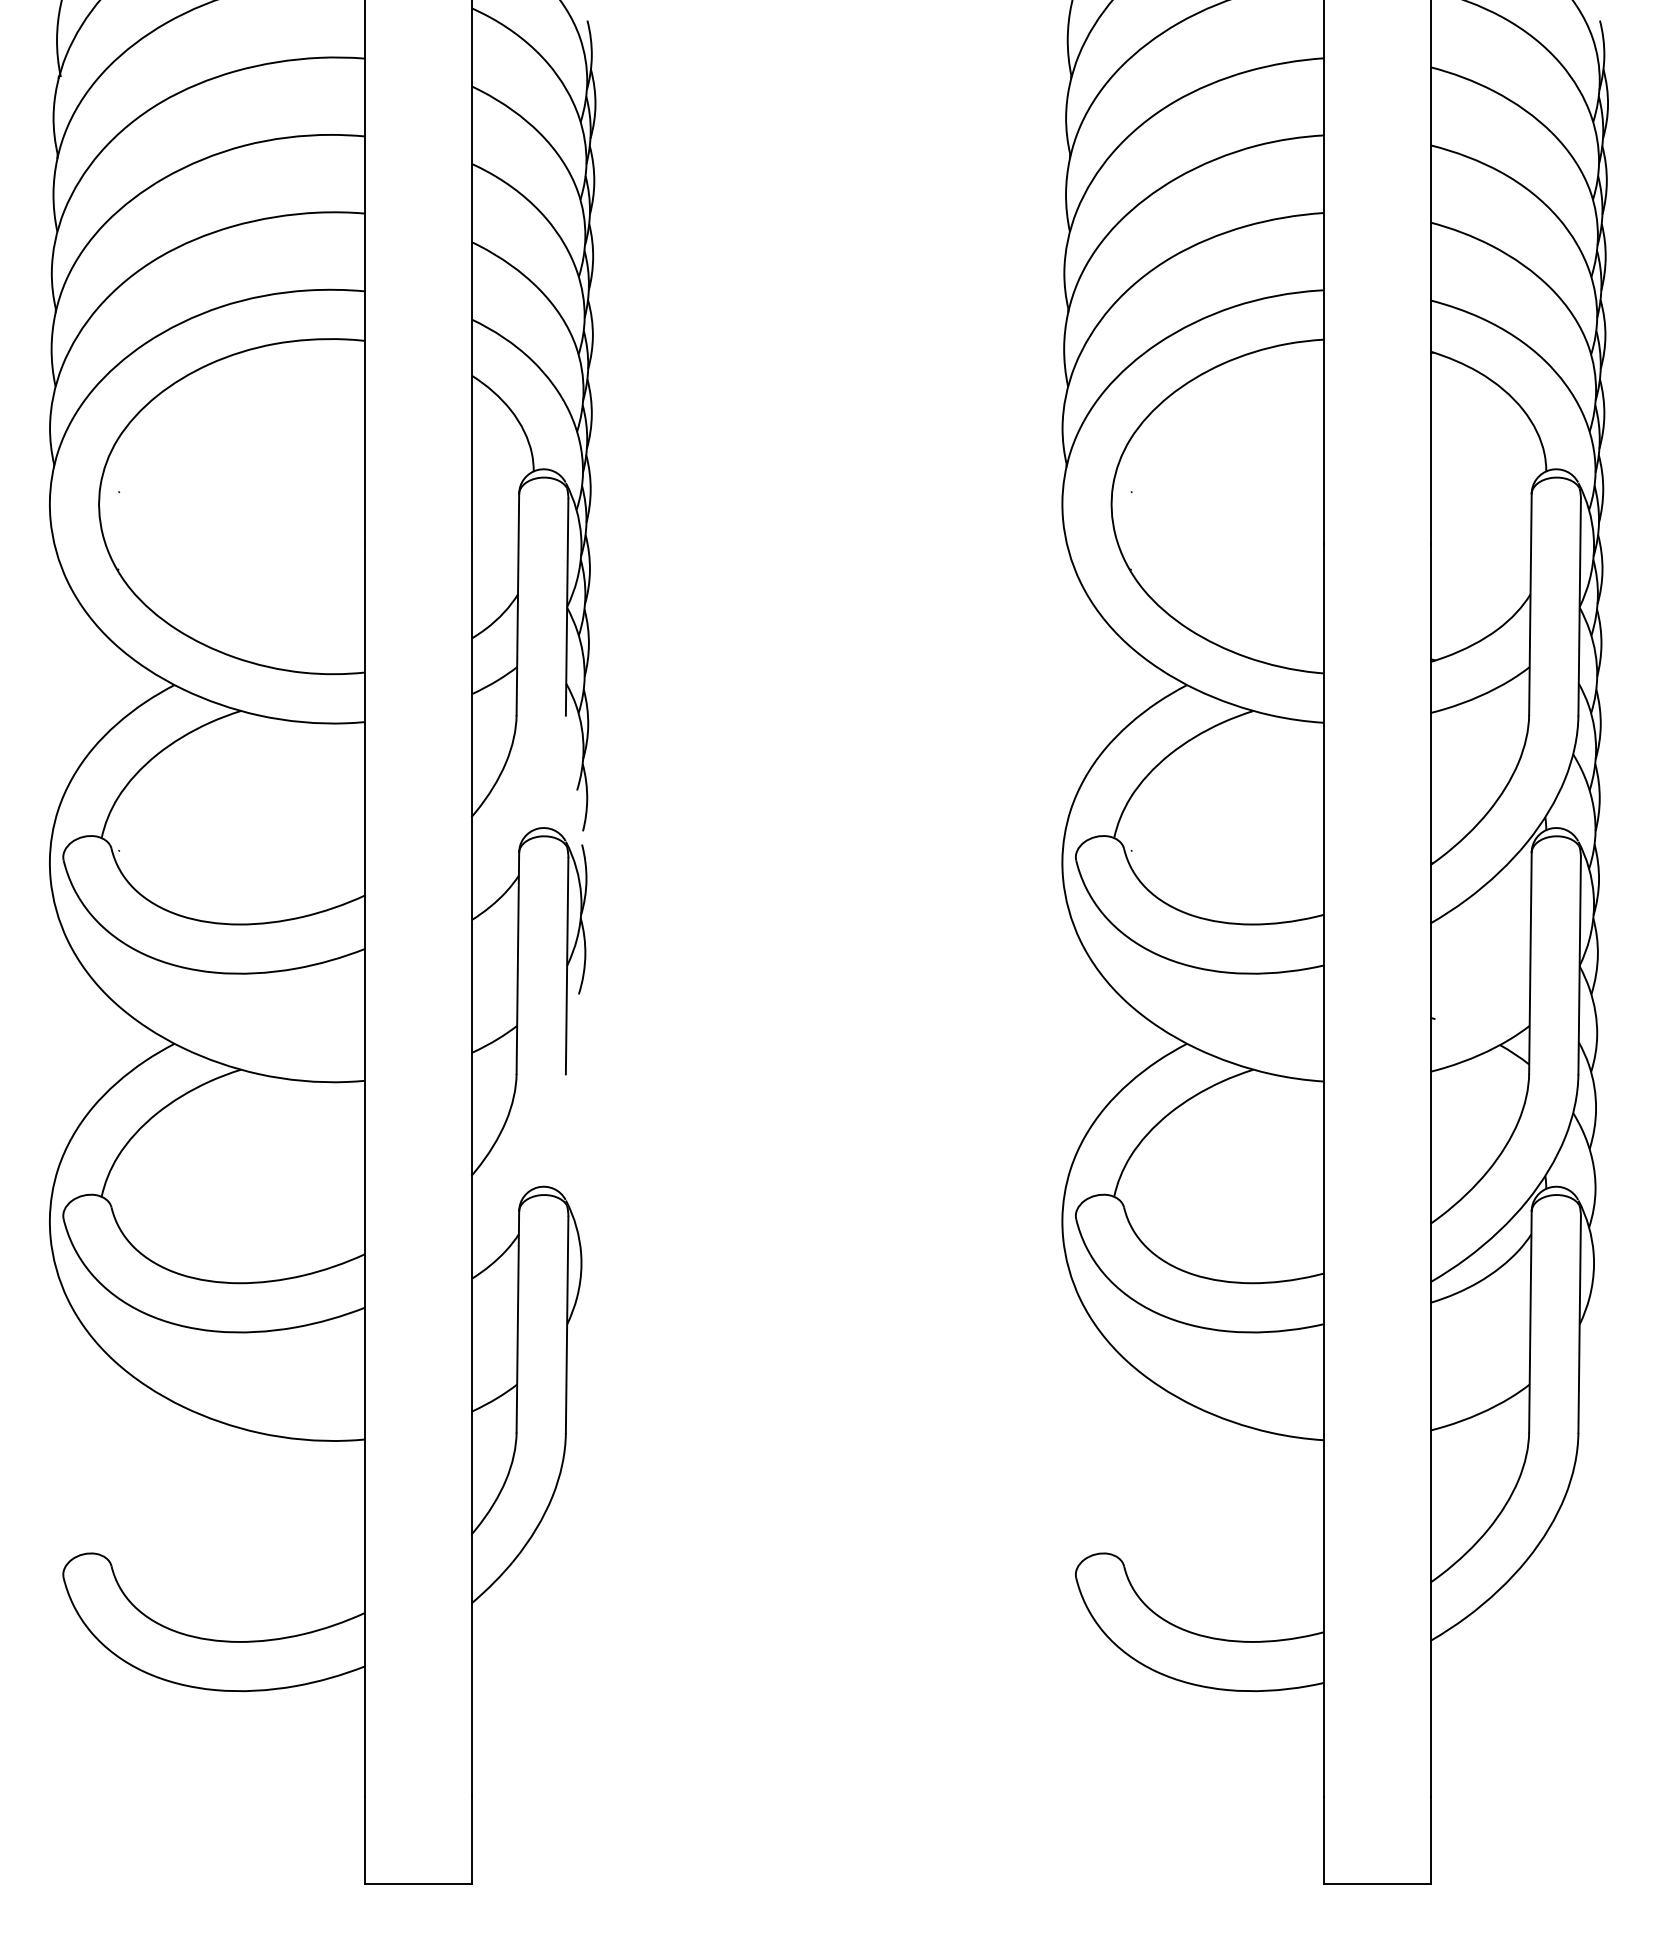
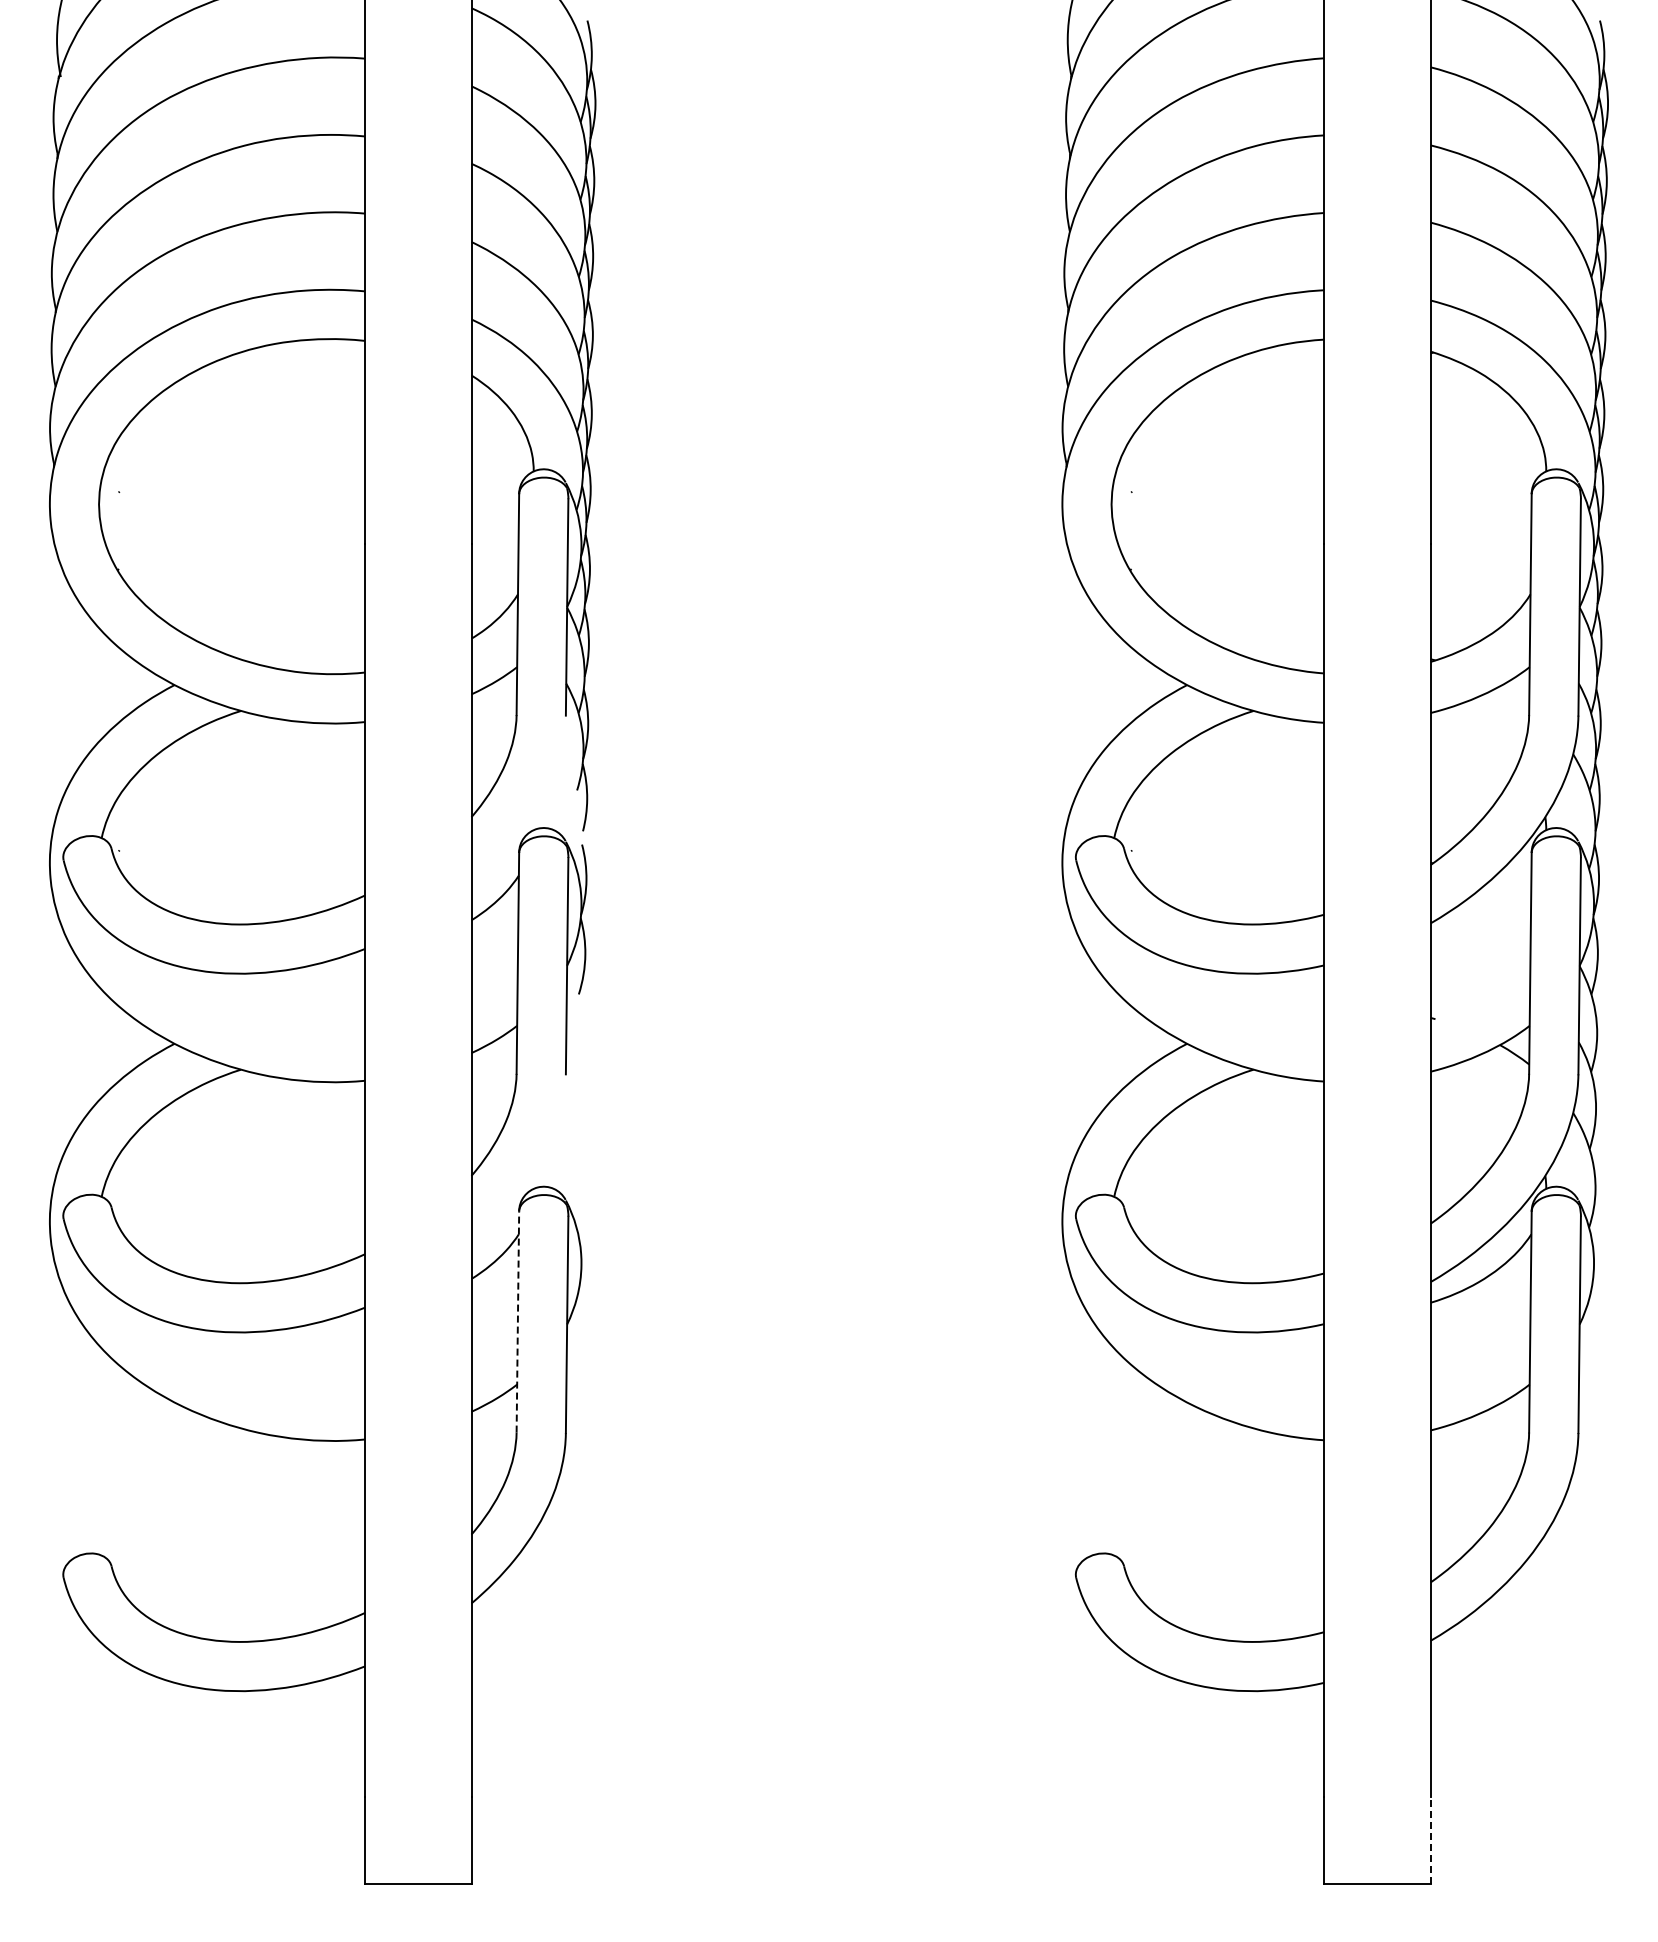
line at (517, 1322): solid -> dashed
line at (1430, 1839): solid -> dashed
